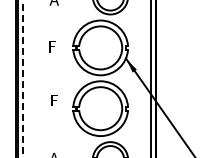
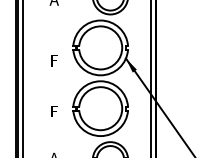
text at (52, 46) position: (52, 46) -> (54, 60)
line at (23, 78): dashed -> solid
text at (54, 100) position: (54, 100) -> (54, 111)
